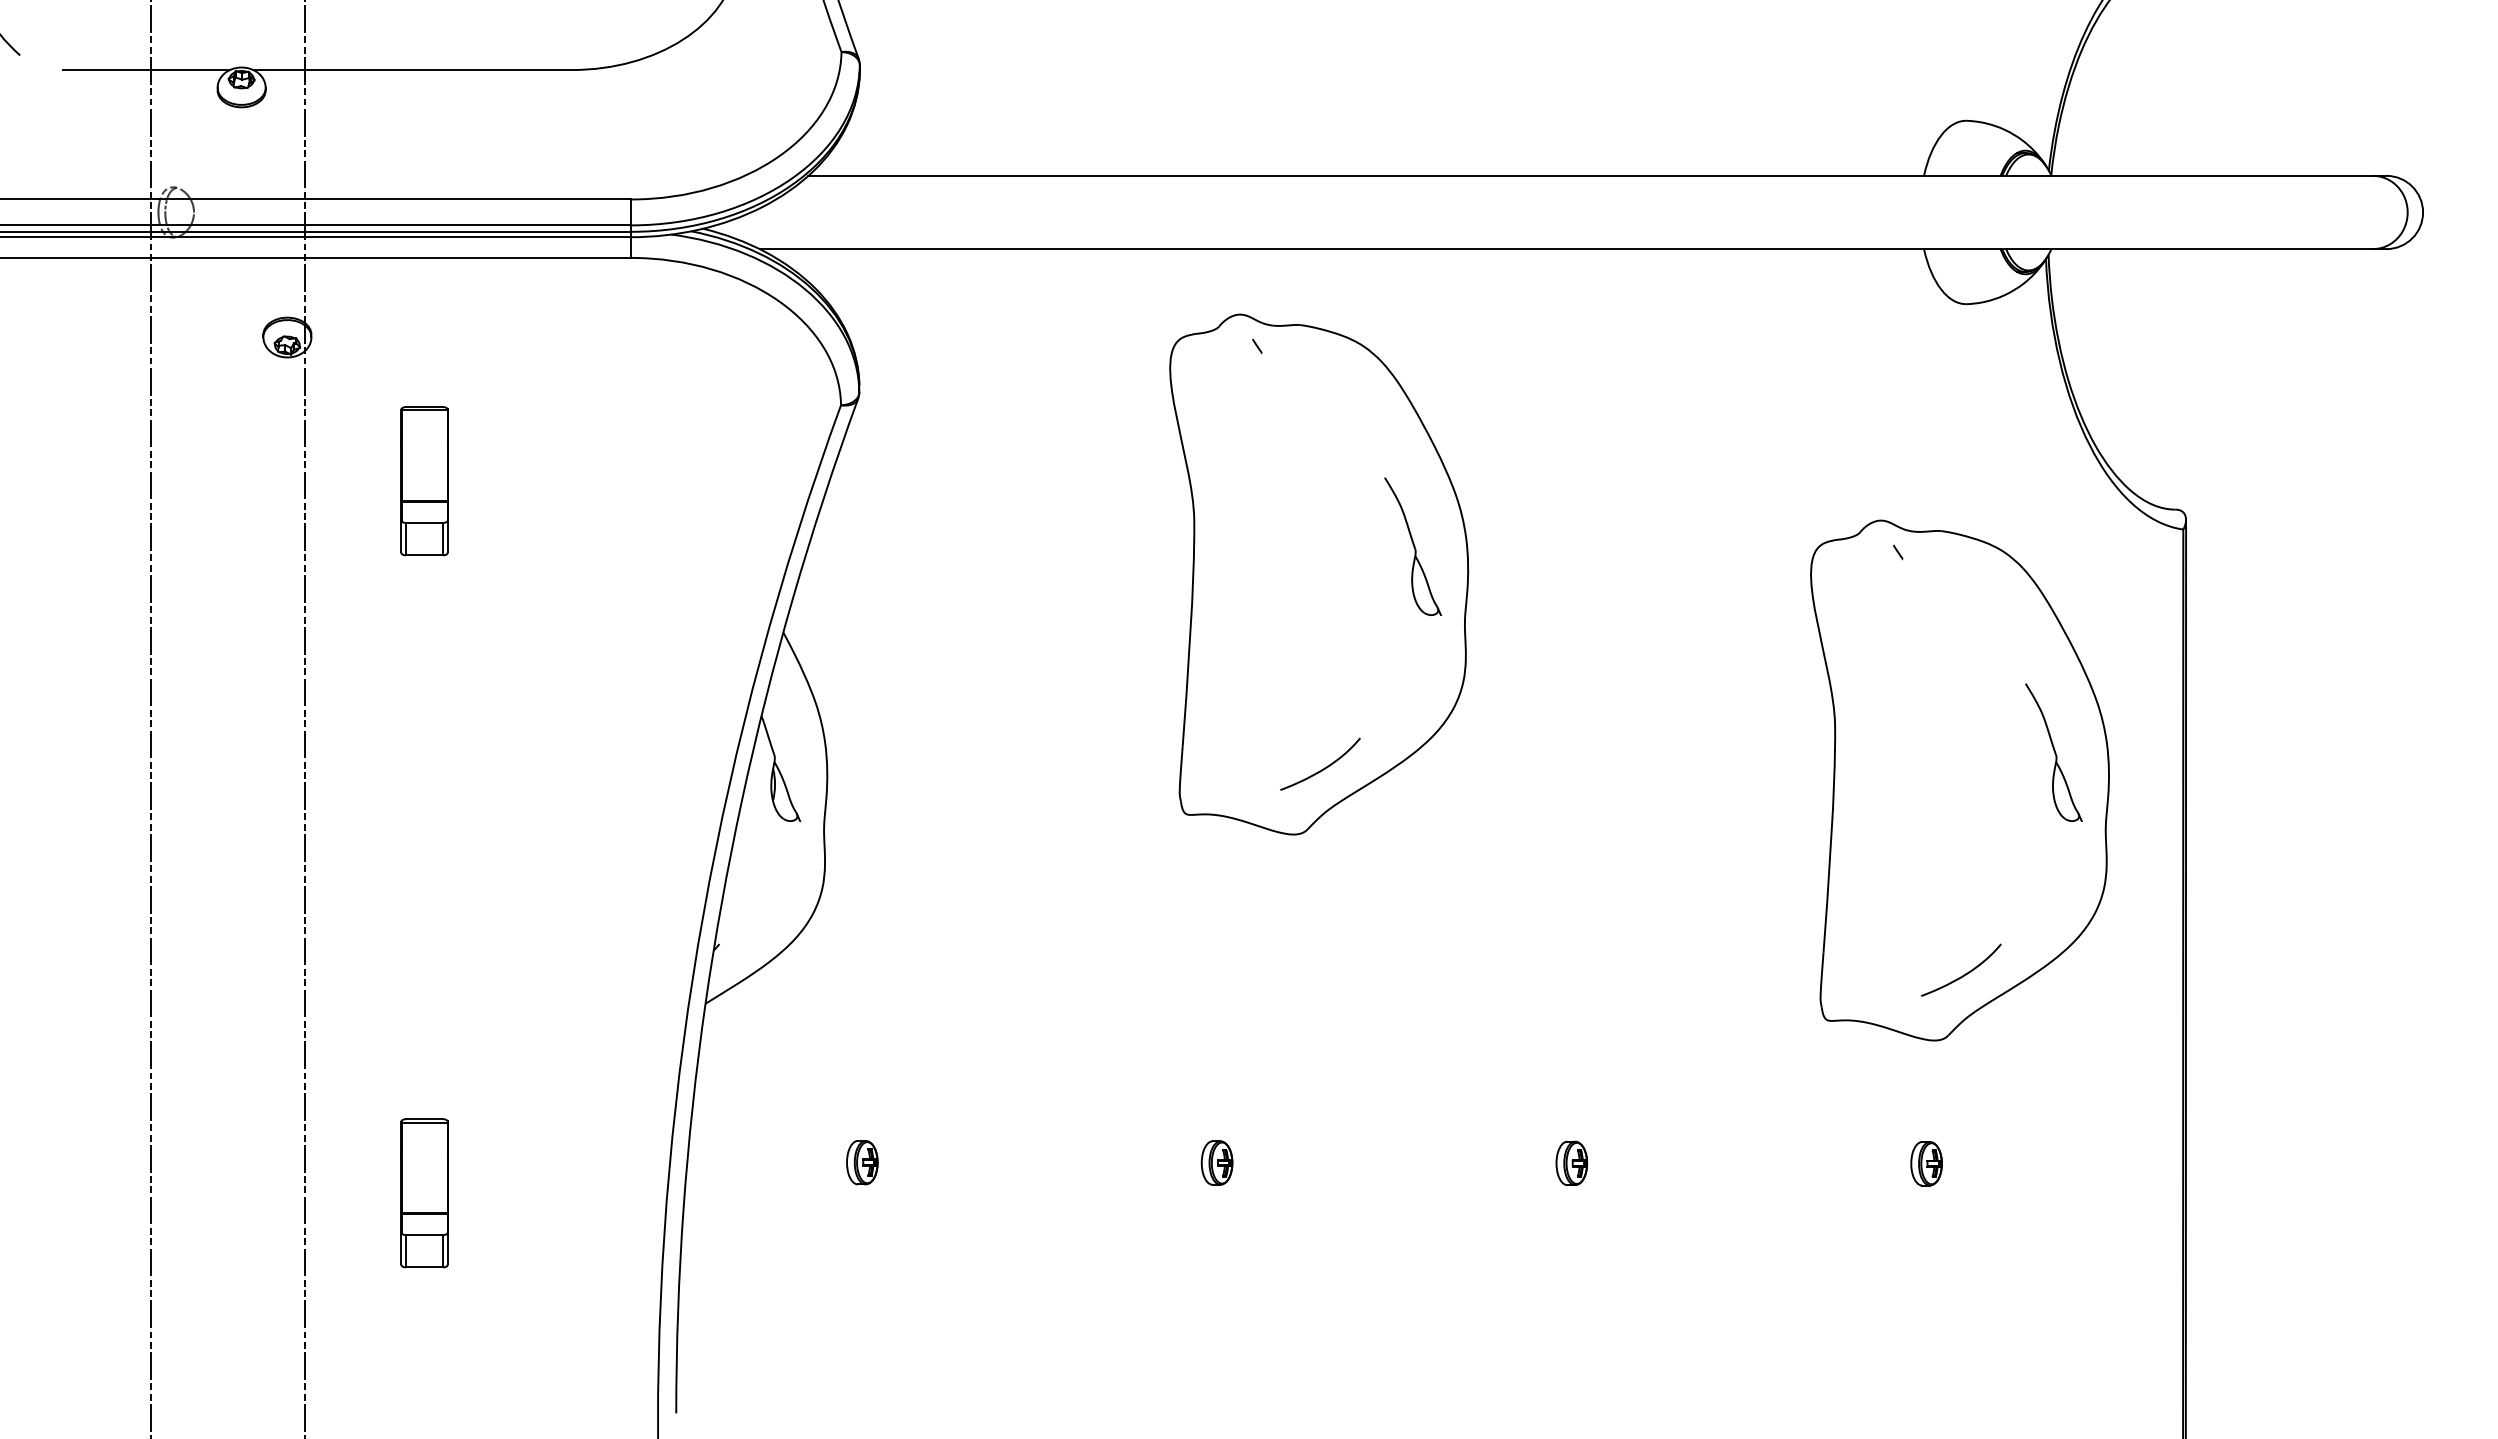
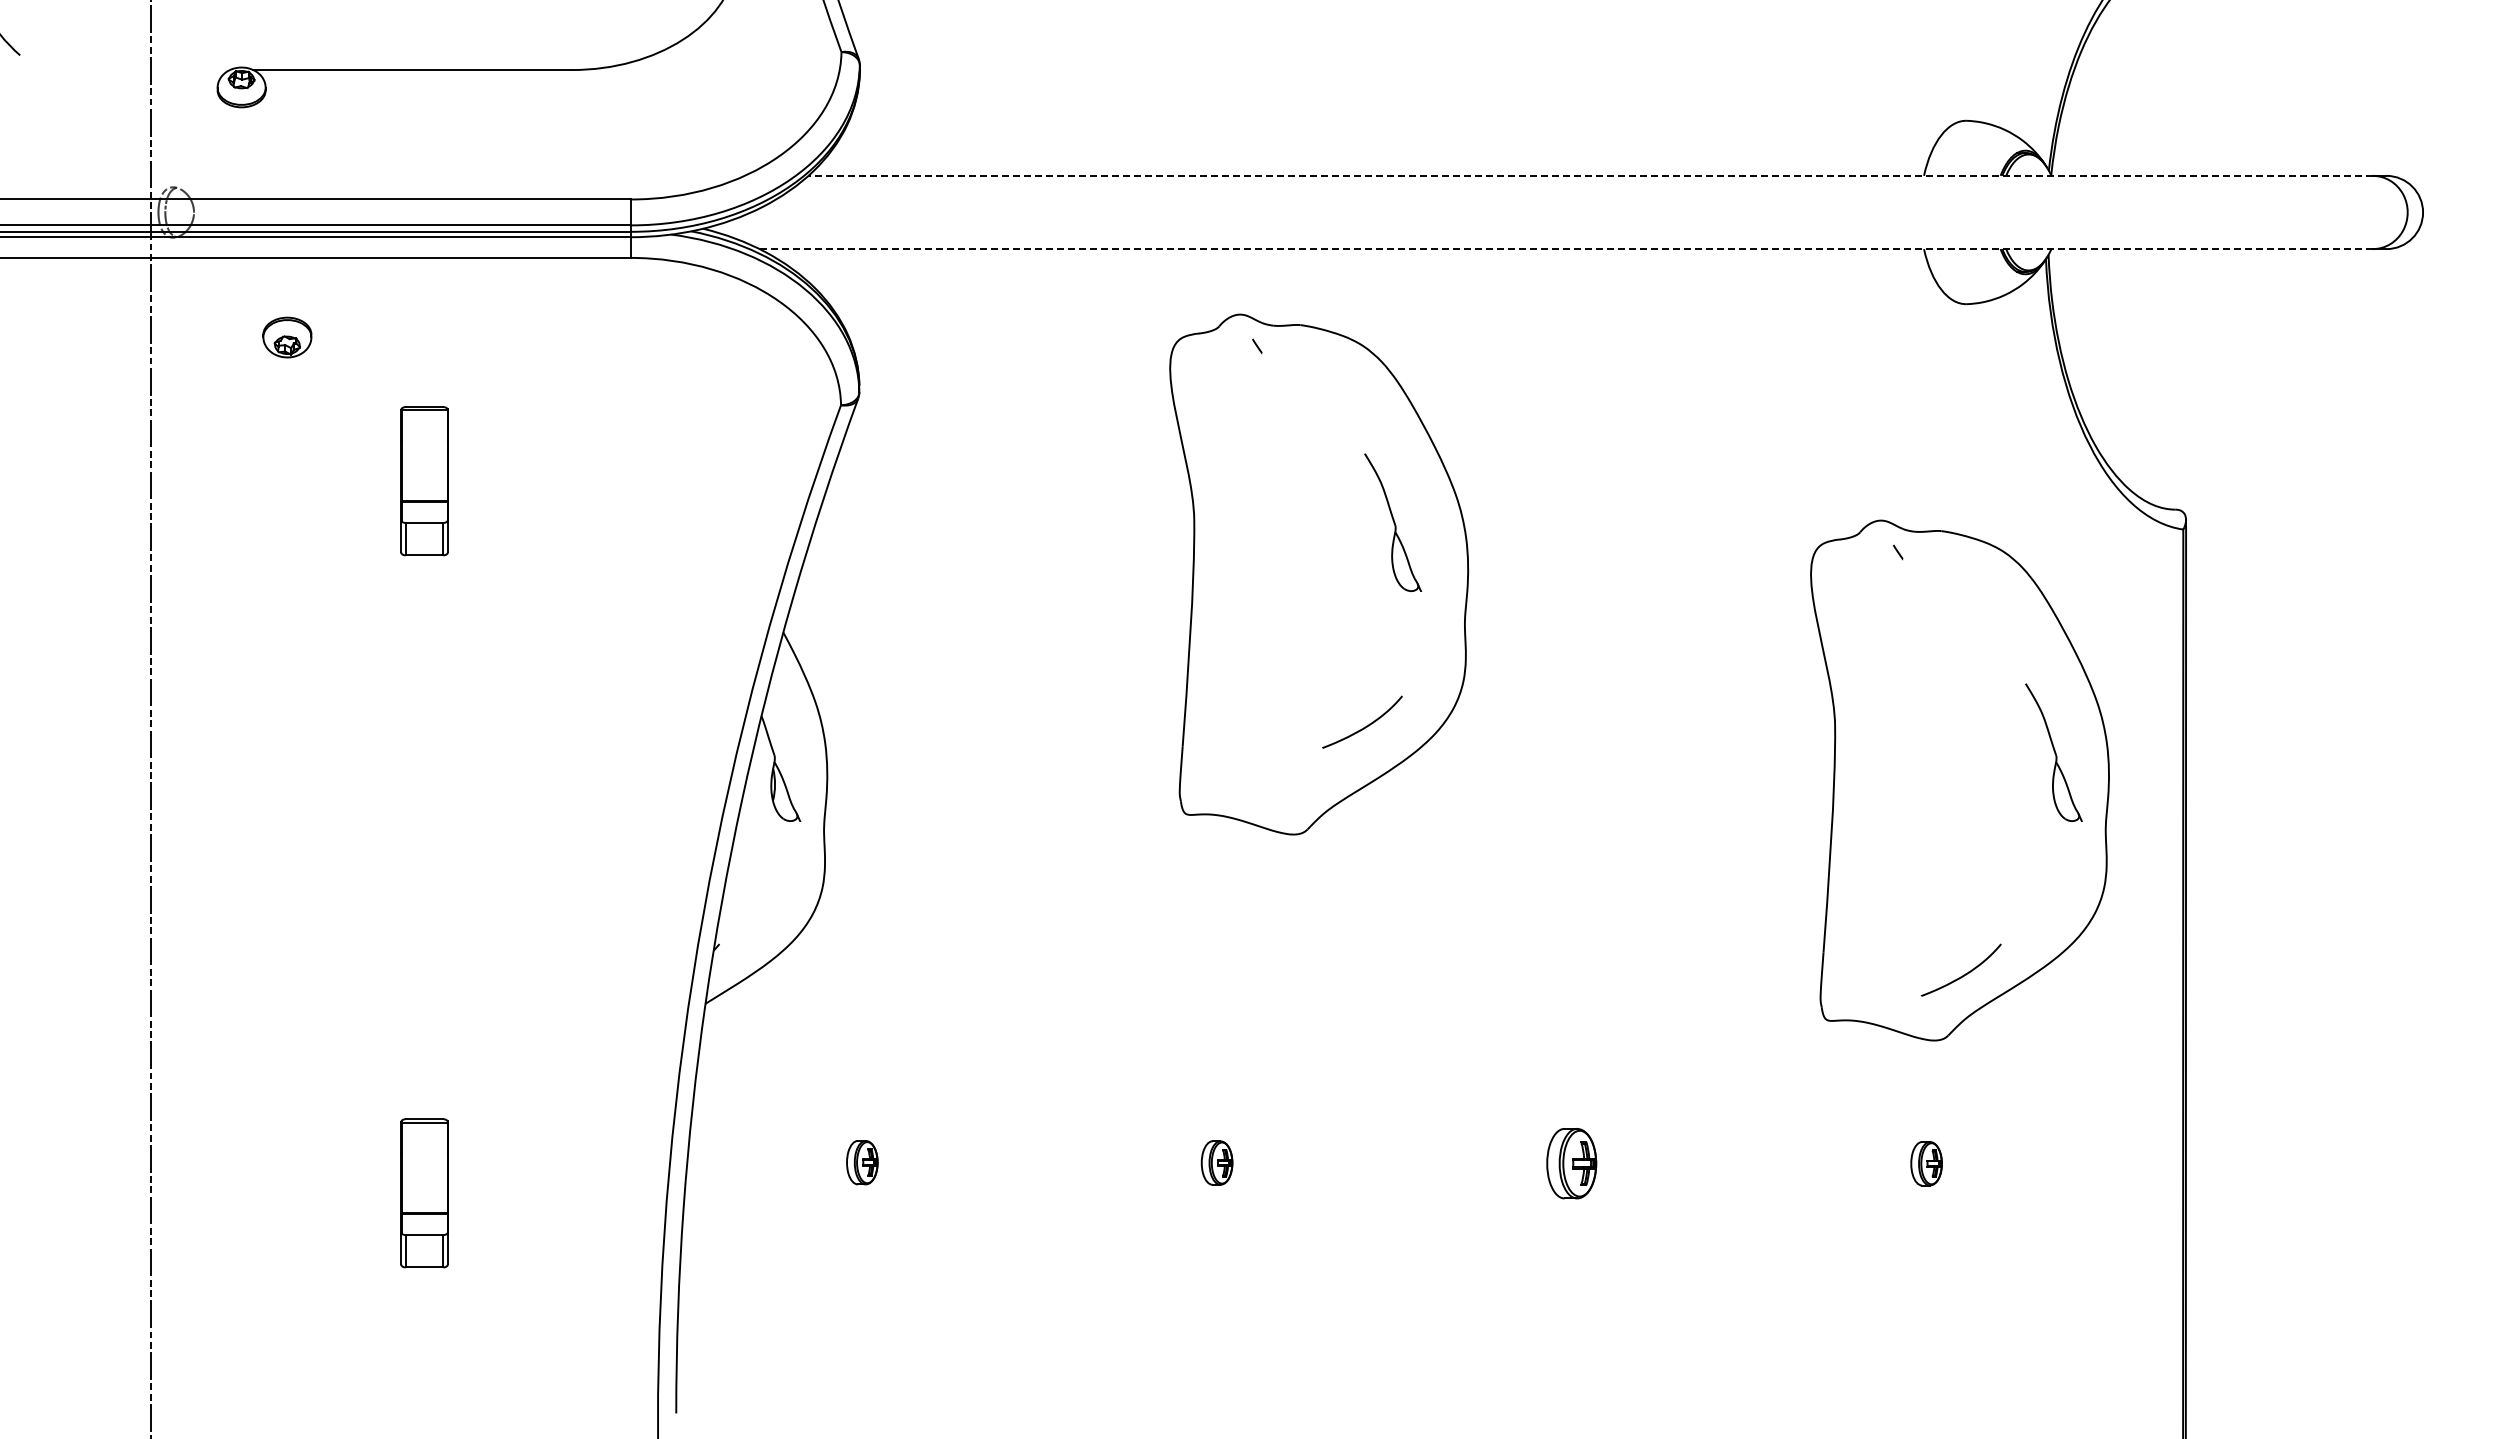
line at (146, 70): present -> none
line at (1590, 175): solid -> dashed
line at (1566, 249): solid -> dashed
part at (1413, 546) position: (1413, 546) -> (1393, 522)
line at (304, 718): present -> none
curve at (1324, 767) position: (1324, 767) -> (1366, 725)
part at (1571, 1162) size: 34x46 px -> 52x72 px
